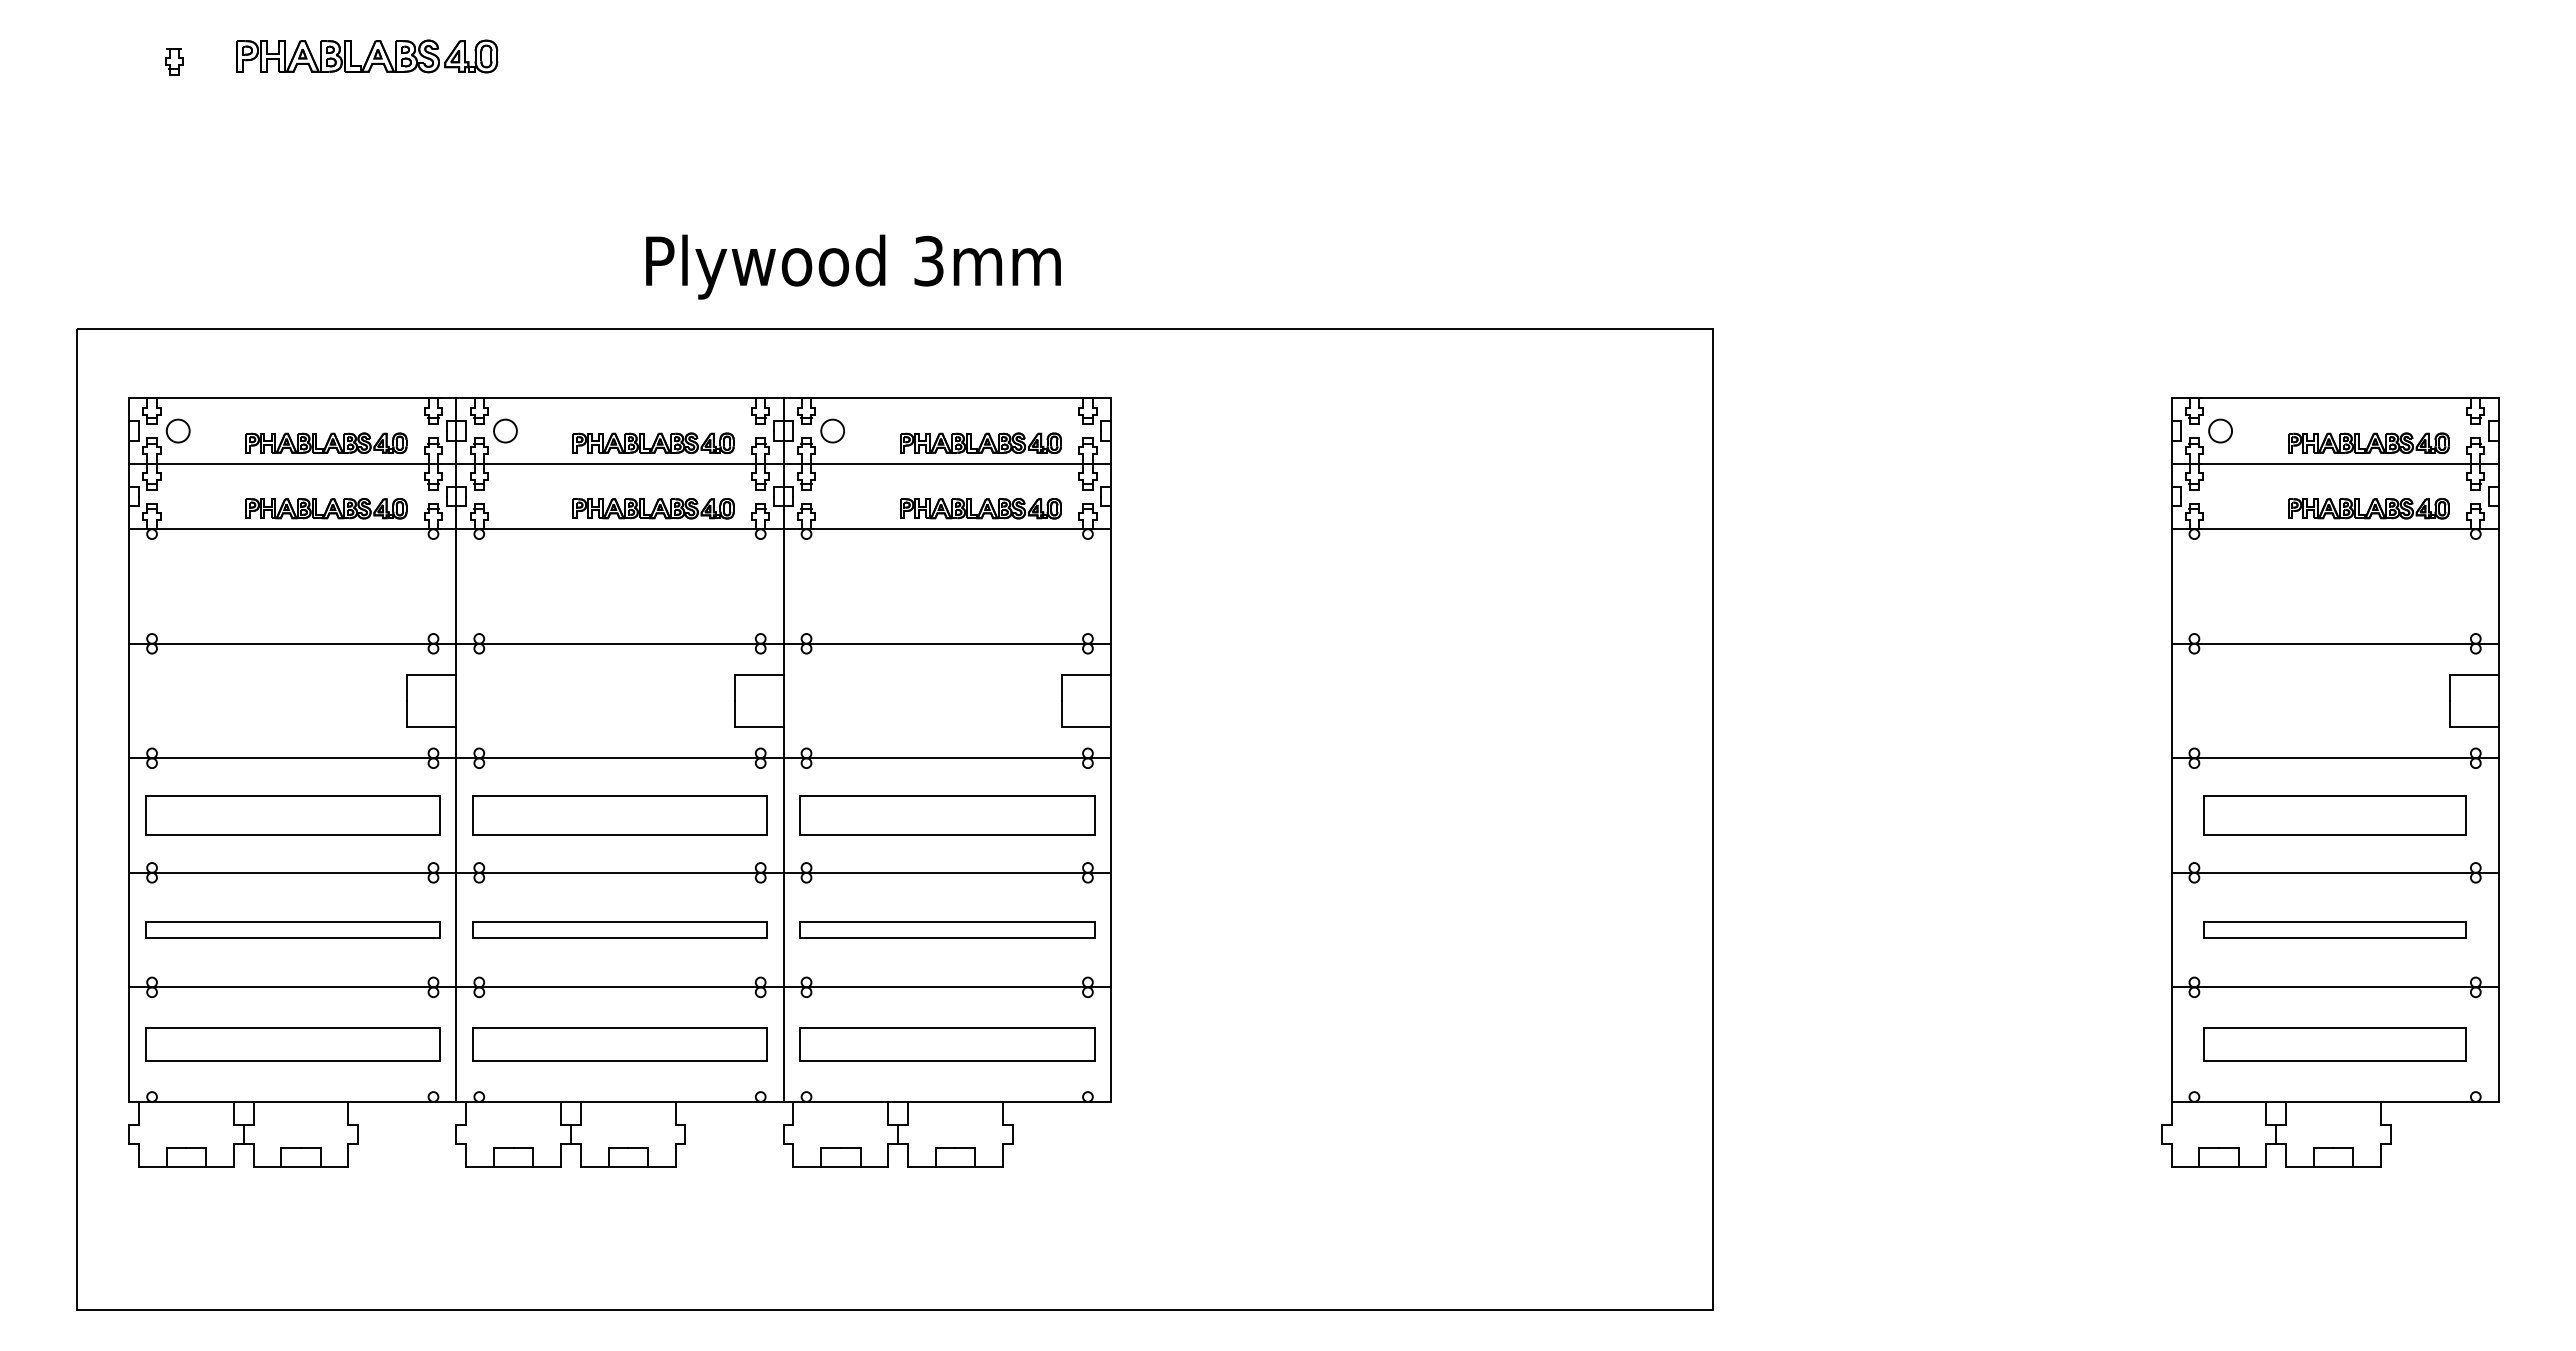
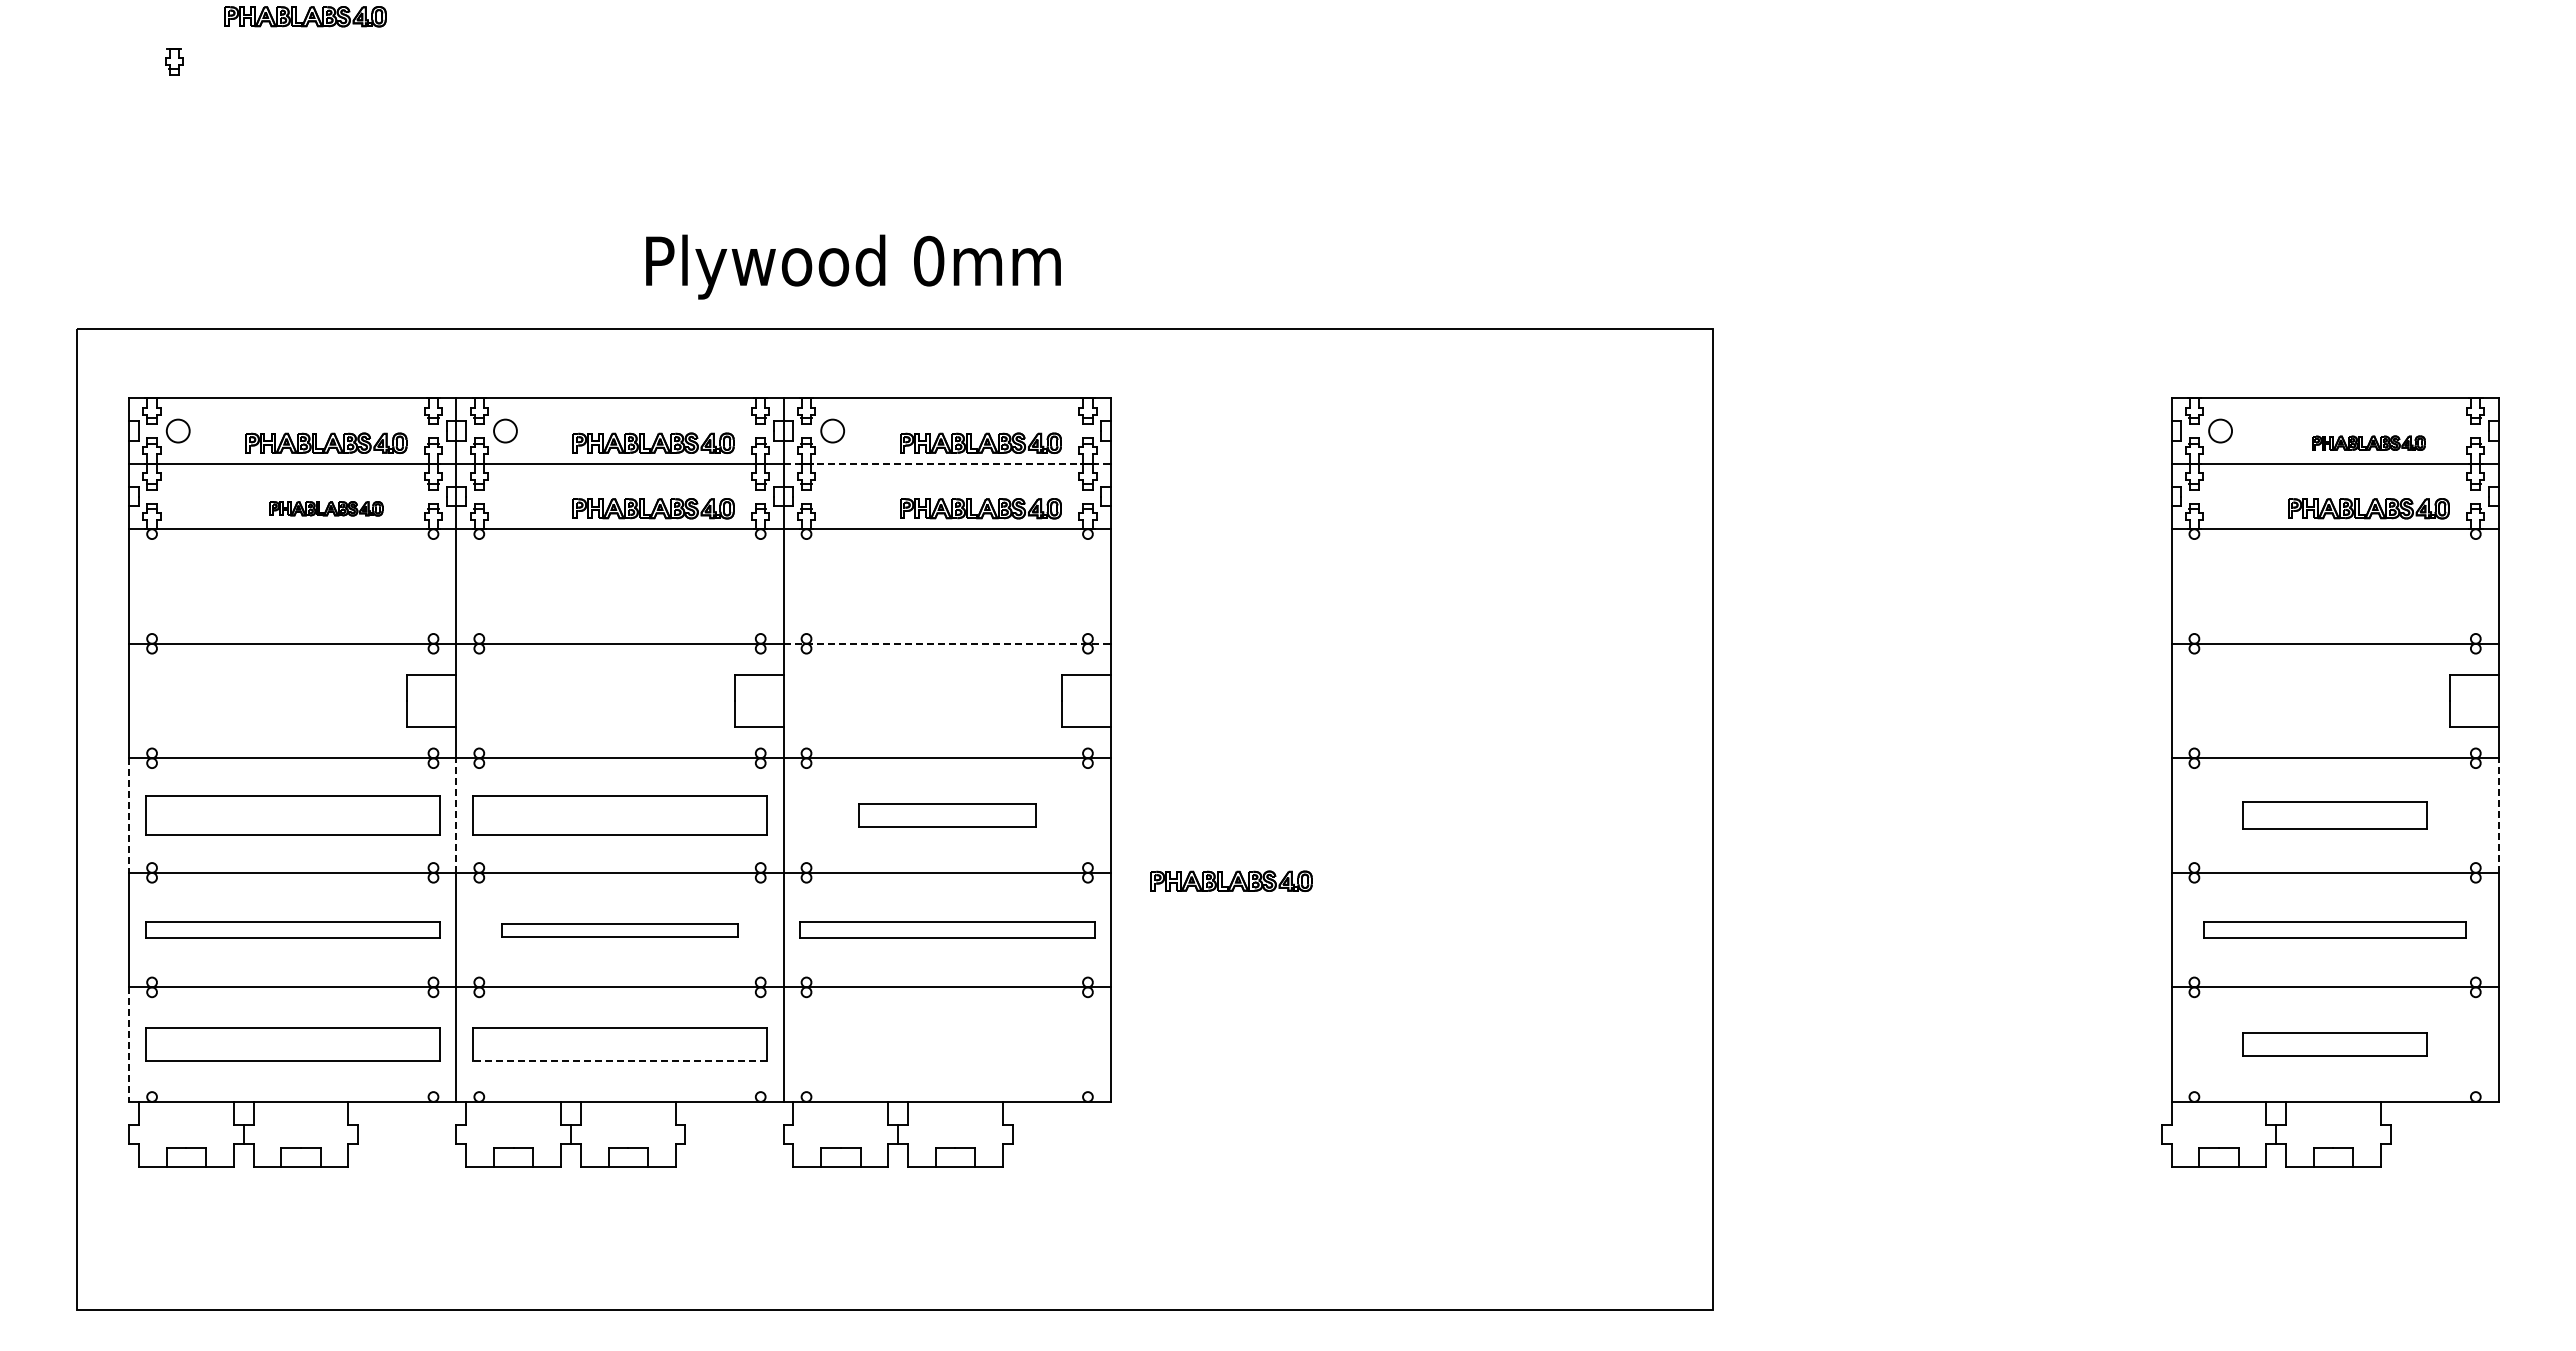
part at (305, 16): none -> present
part at (367, 56): present -> none
text at (929, 261): 3mm -> 0mm
part at (2368, 442) size: 162x22 px -> 114x16 px
line at (947, 463): solid -> dashed
part at (326, 508) size: 163x22 px -> 115x16 px
line at (947, 643): solid -> dashed
line at (456, 815): solid -> dashed
part at (947, 815) size: 297x41 px -> 179x25 px
part at (2334, 815) size: 264x41 px -> 186x29 px
line at (2498, 815): solid -> dashed
line at (129, 816): solid -> dashed
part at (1231, 880): none -> present
part at (619, 929) size: 296x18 px -> 238x15 px
part at (947, 1044): present -> none
part at (2334, 1044) size: 264x35 px -> 186x25 px
line at (129, 1045): solid -> dashed
line at (619, 1061): solid -> dashed
